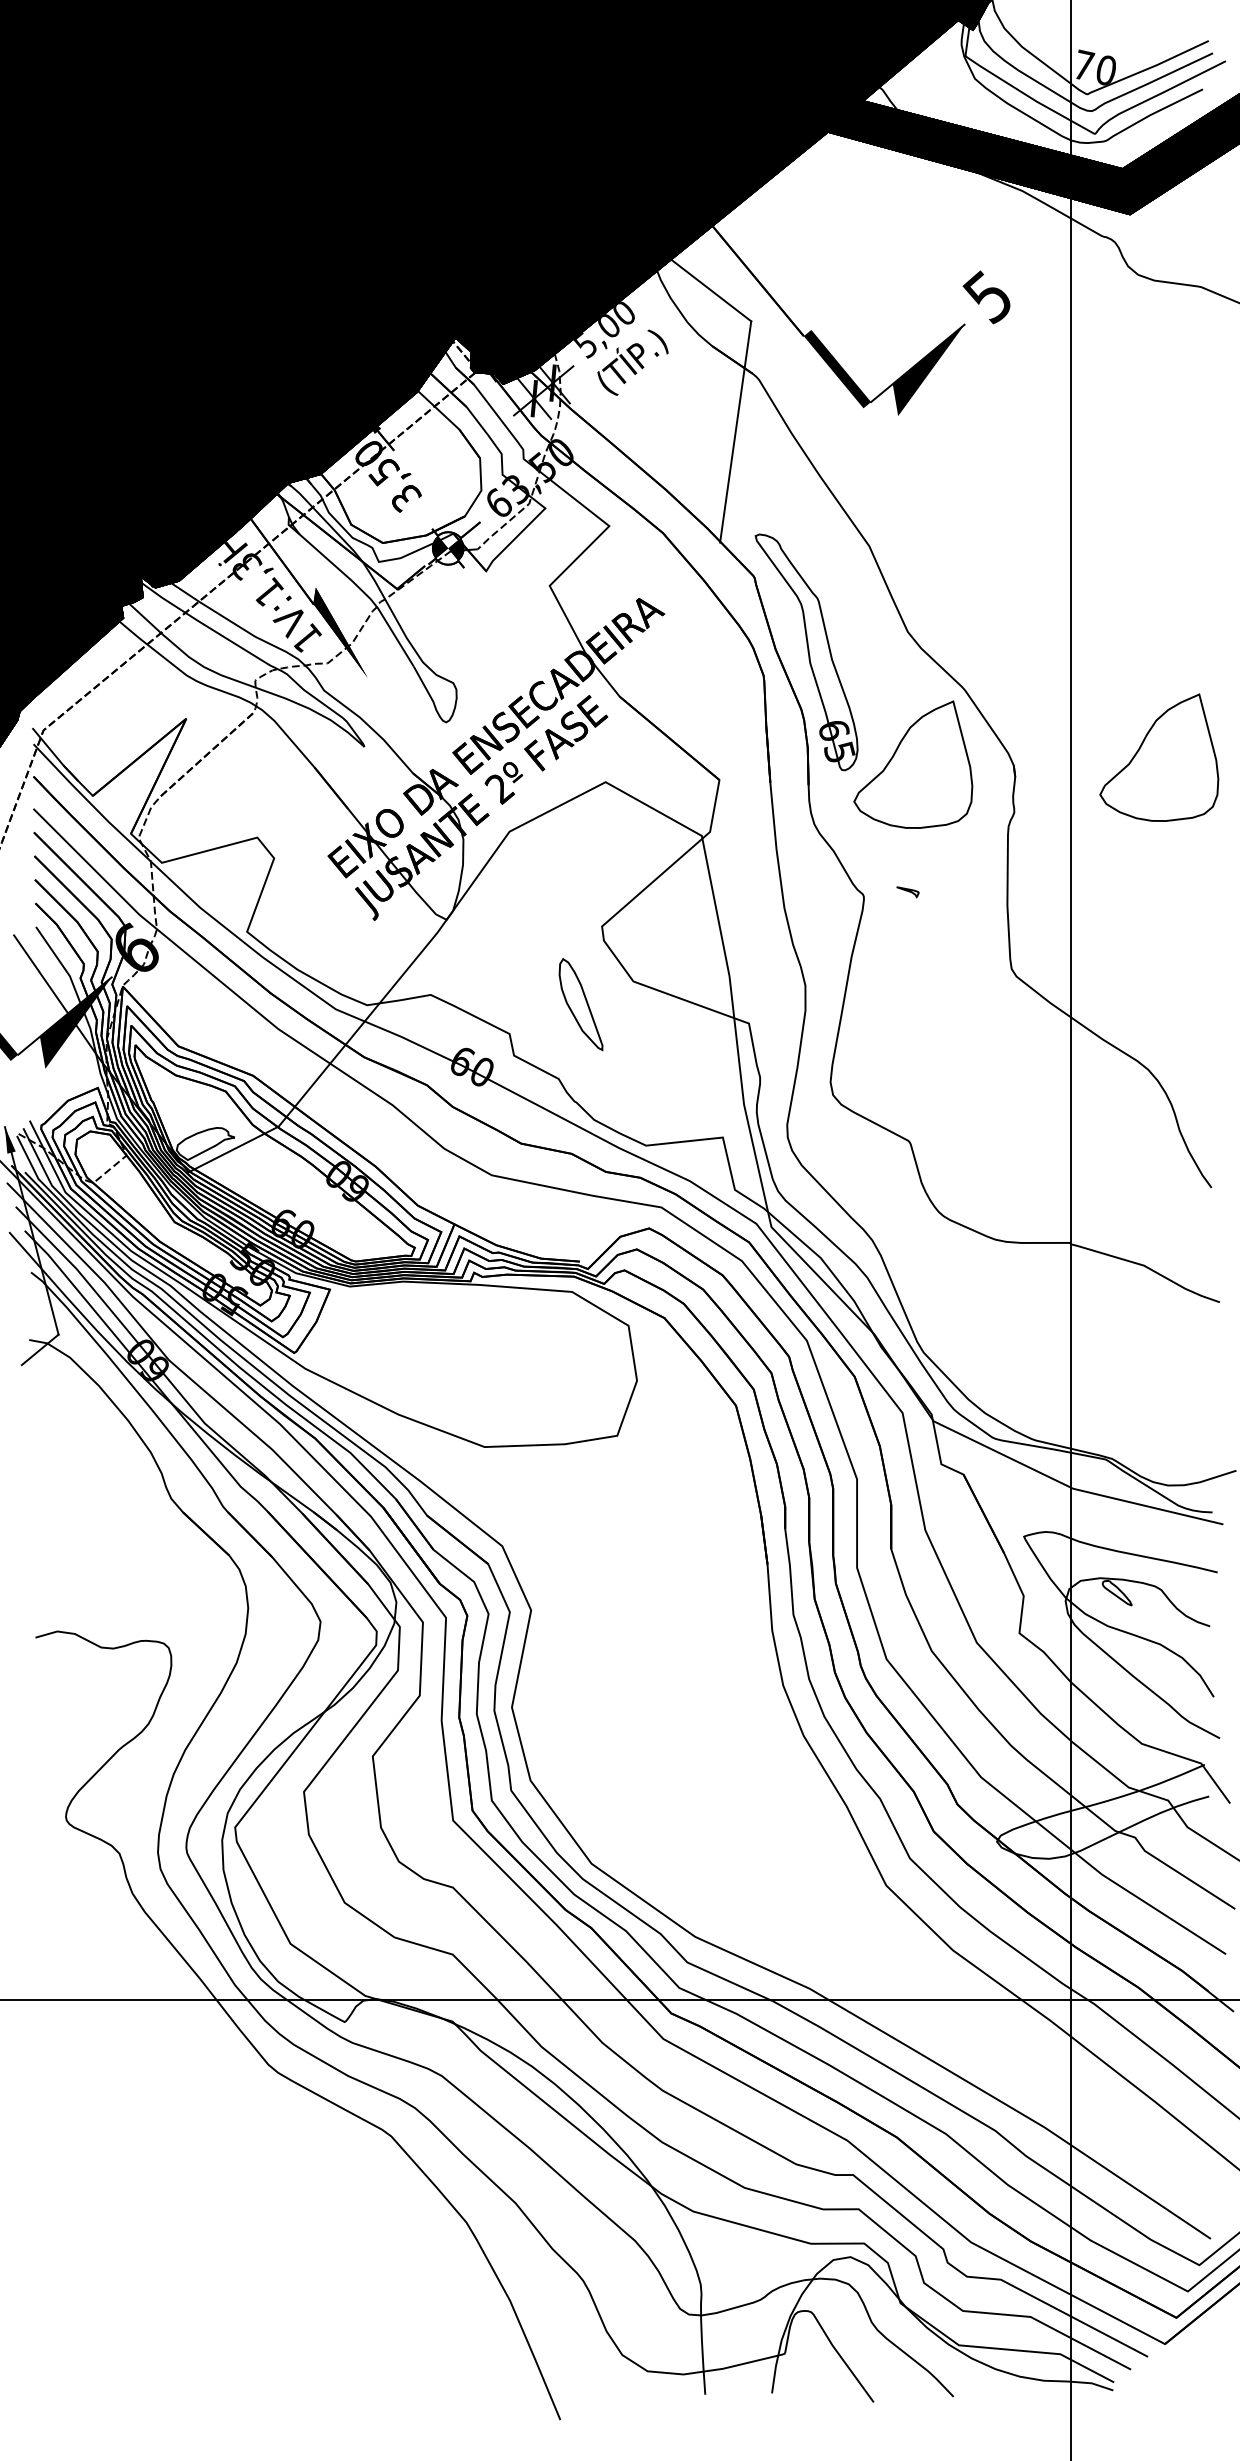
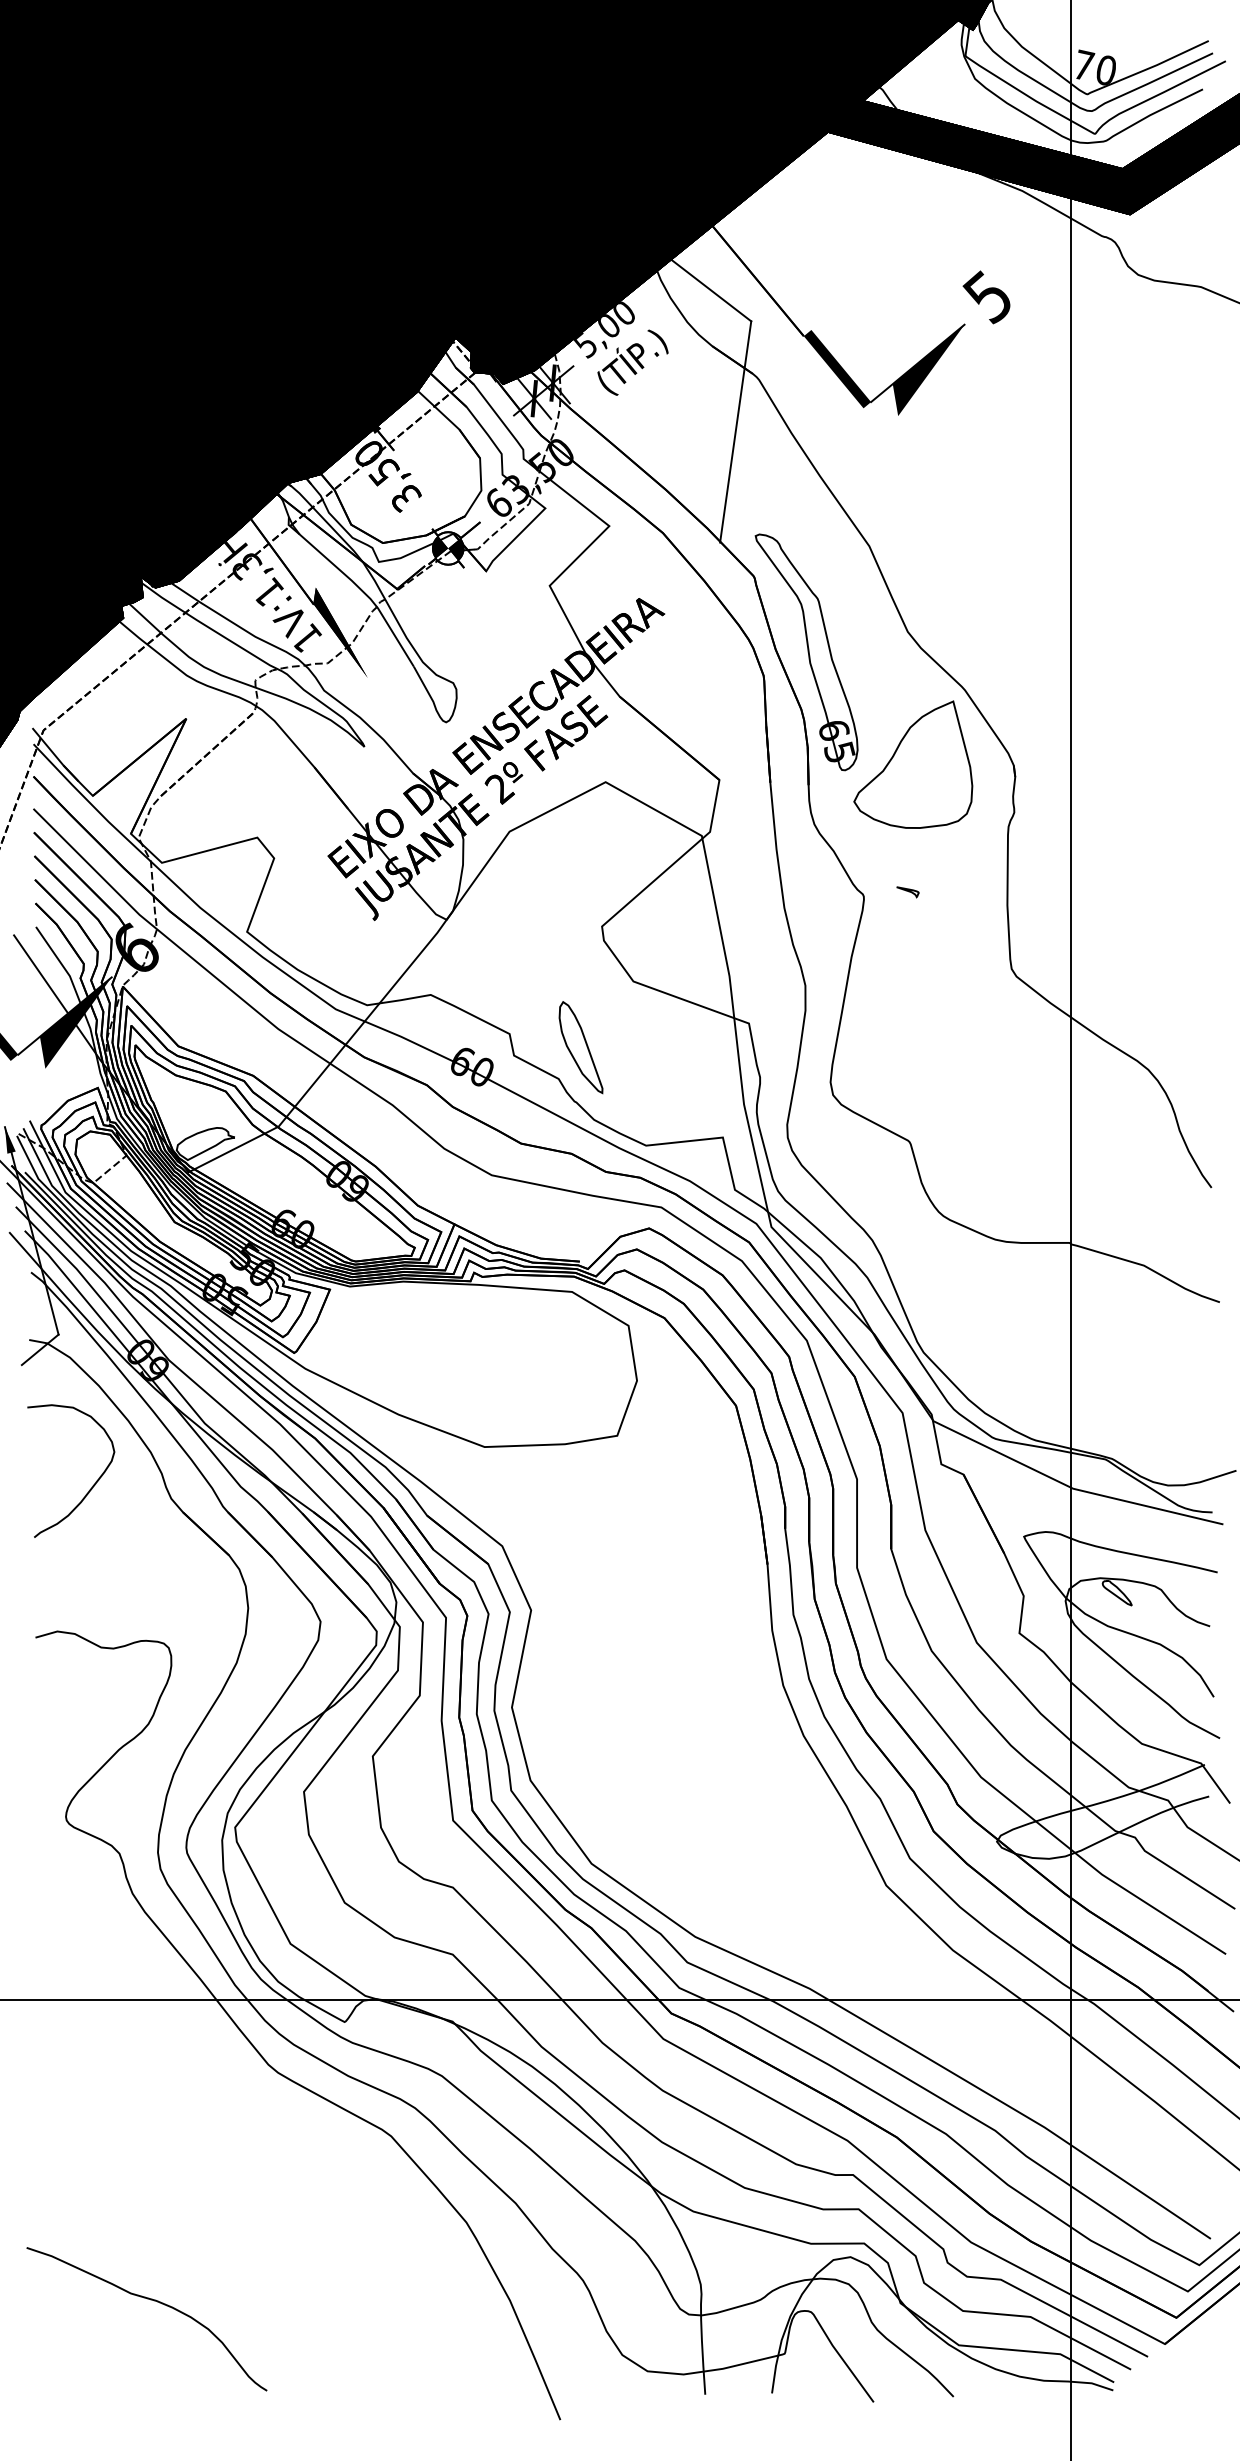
part at (1159, 757): present -> none
part at (580, 1004) position: (580, 1004) -> (580, 1047)
curve at (92, 1485): none -> present
curve at (150, 2300): none -> present
